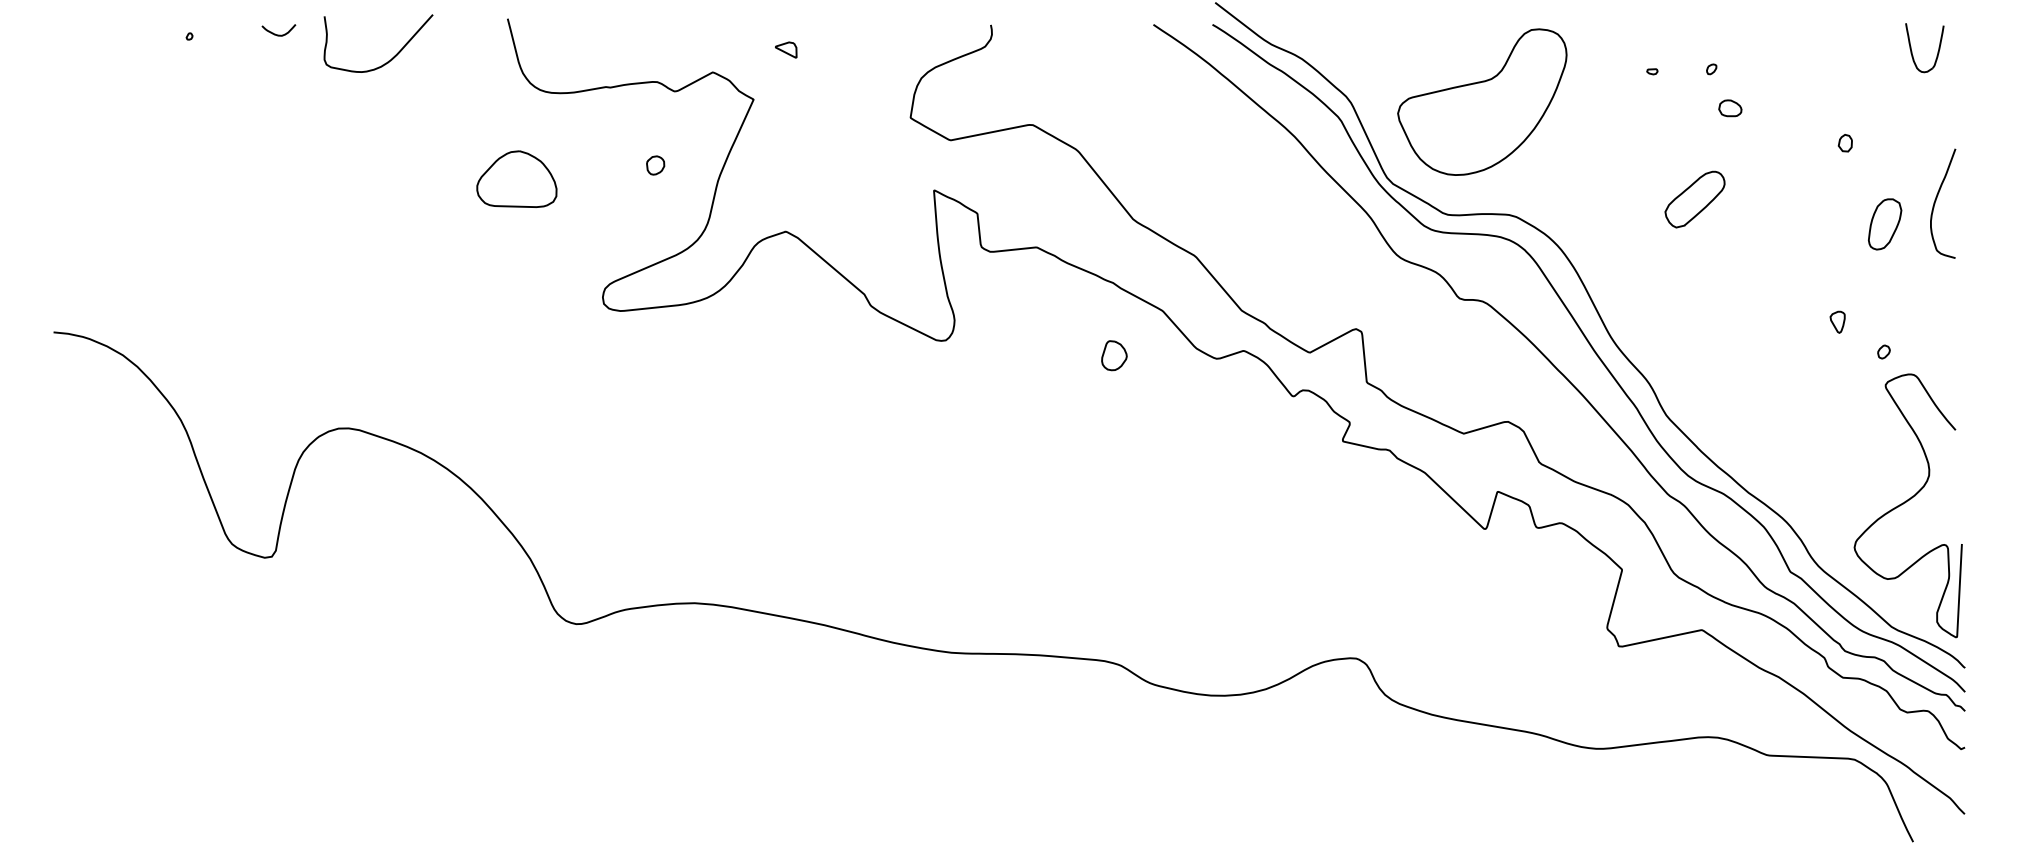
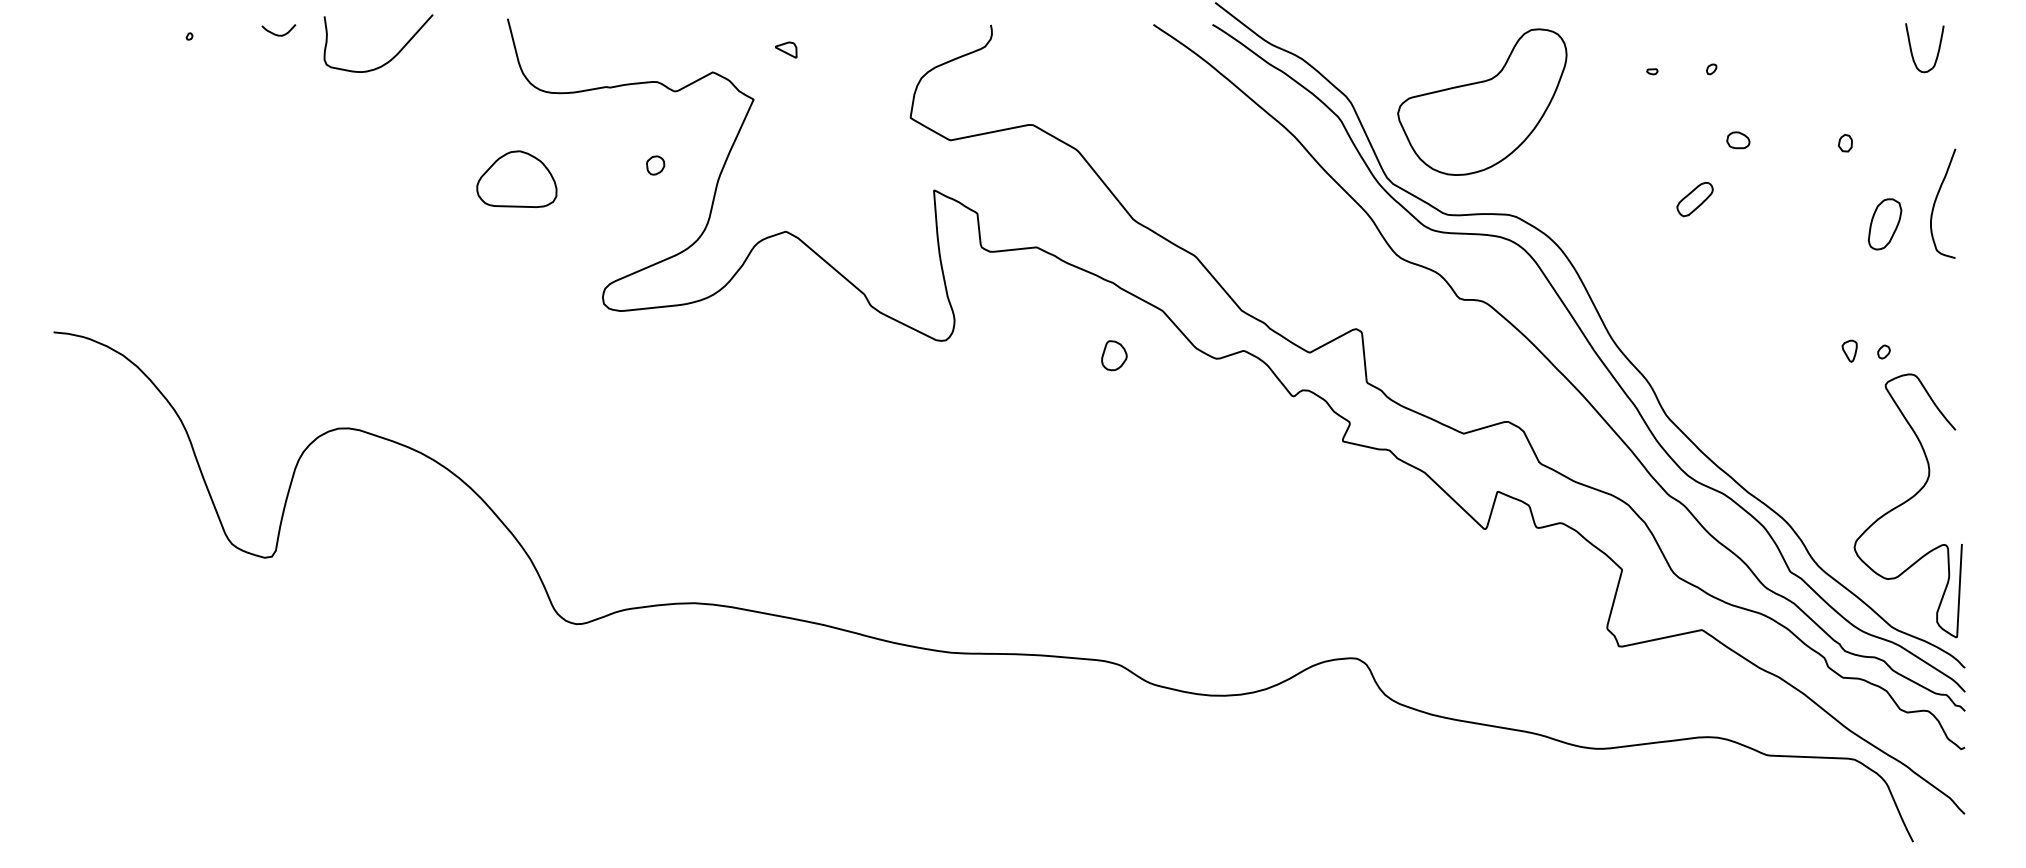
part at (1730, 108) position: (1730, 108) -> (1738, 140)
part at (1694, 199) size: 62x59 px -> 38x36 px
part at (1837, 321) position: (1837, 321) -> (1849, 350)
